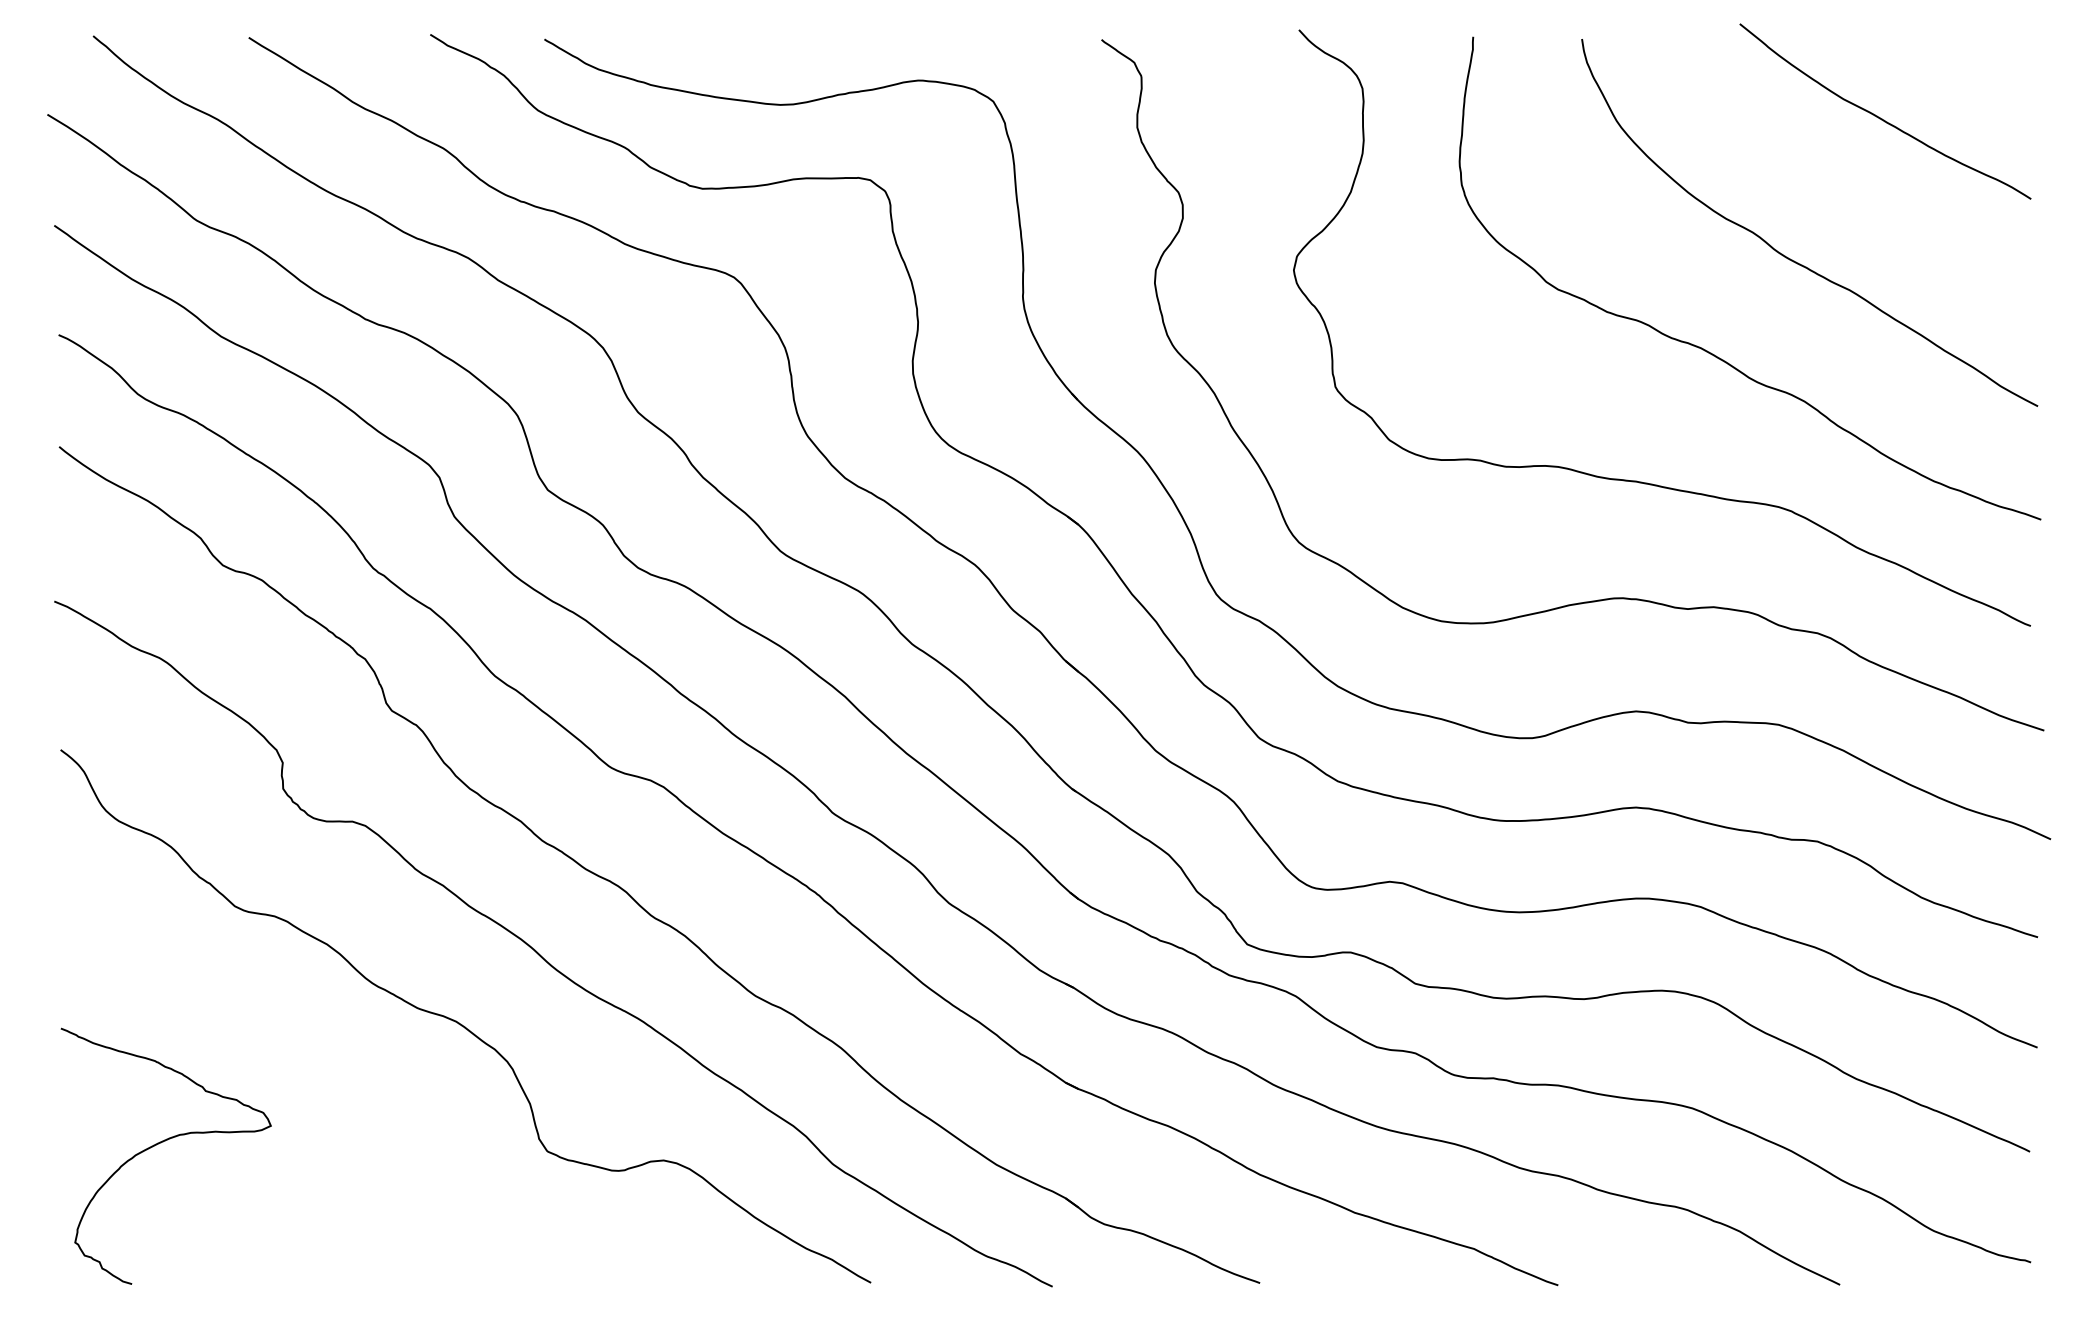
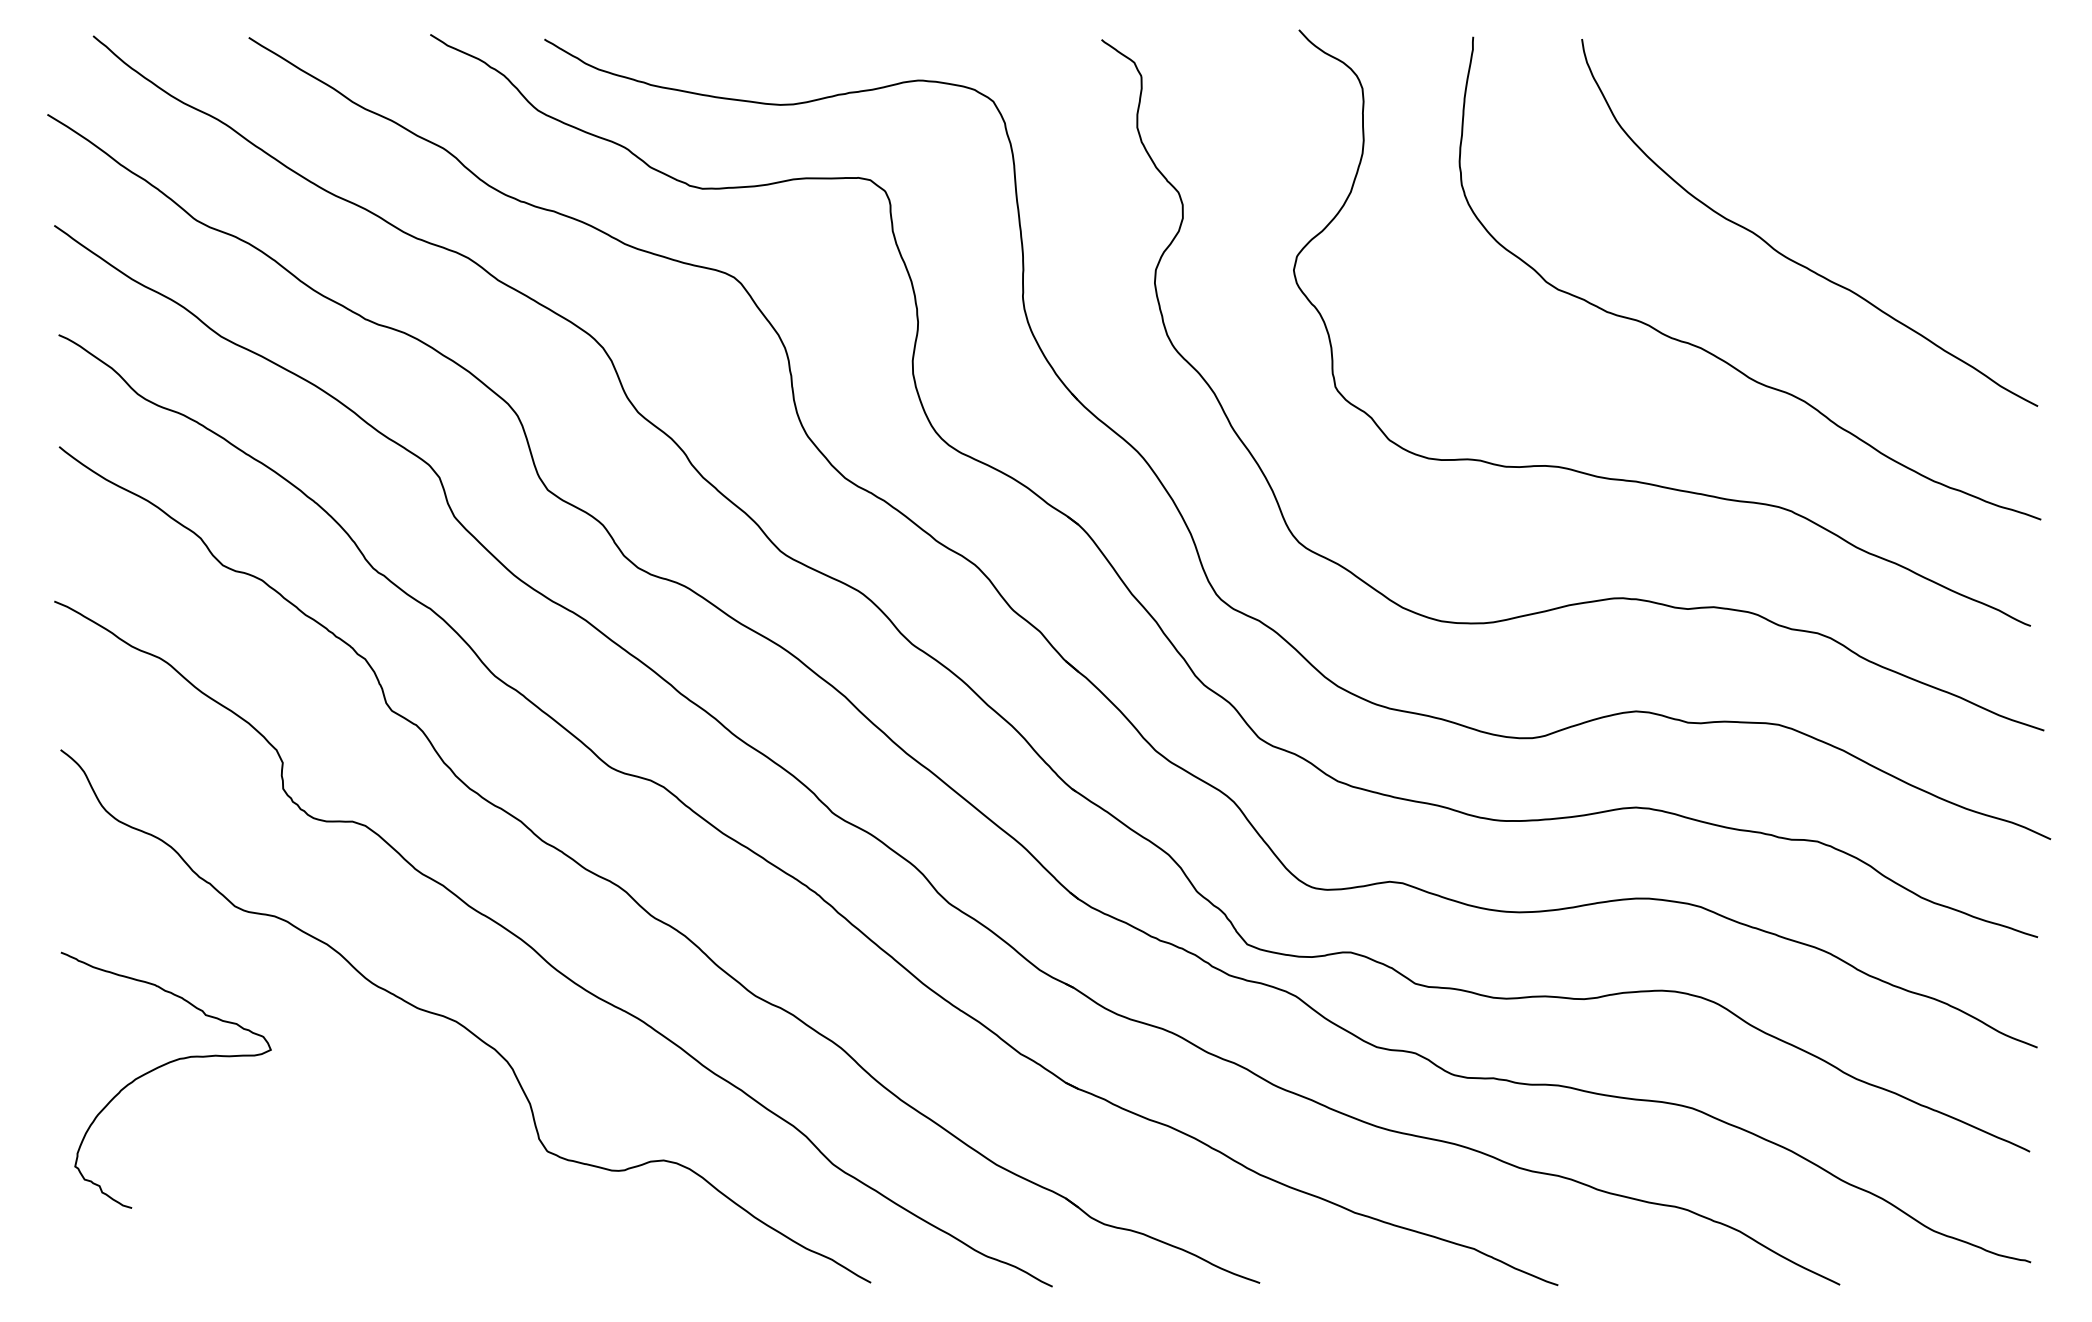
curve at (1882, 118): present -> none
curve at (161, 1143) position: (161, 1143) -> (161, 1067)
